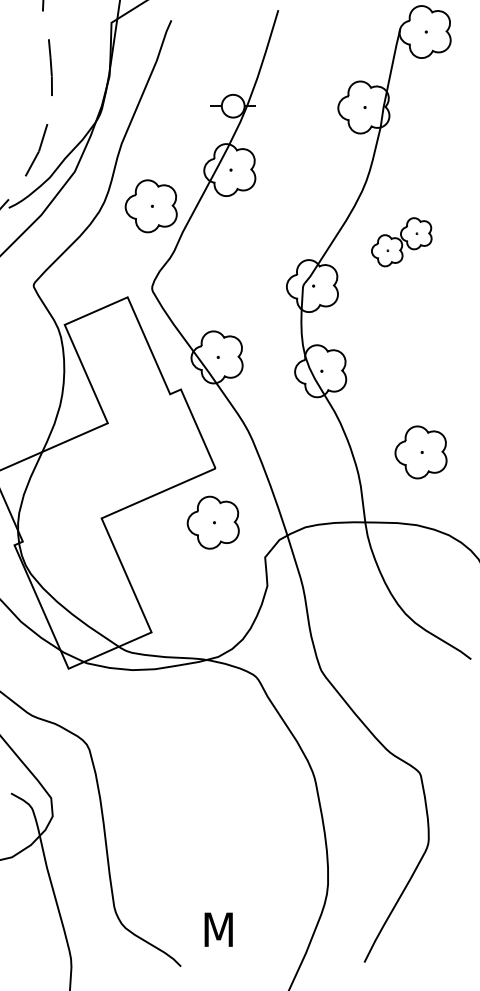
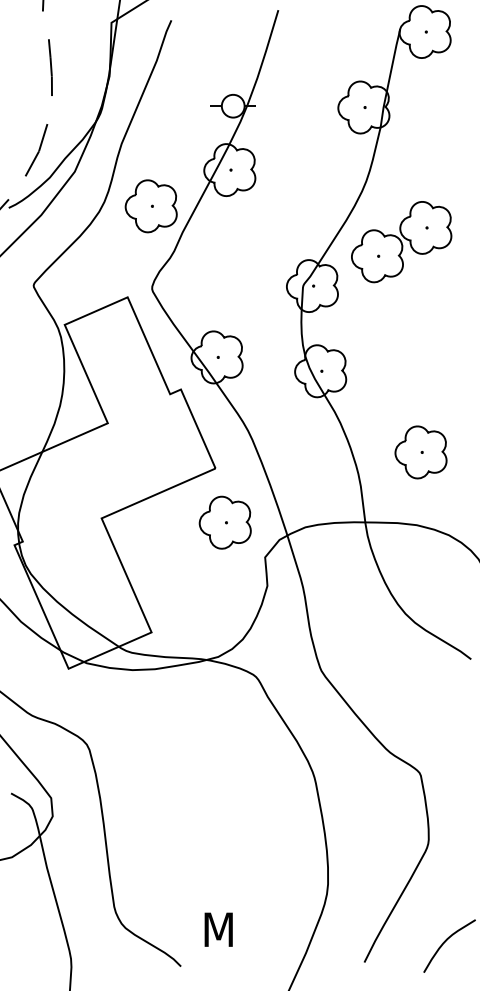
part at (401, 242) size: 62x51 px -> 102x83 px
part at (212, 522) position: (212, 522) -> (224, 522)
curve at (446, 941): none -> present
